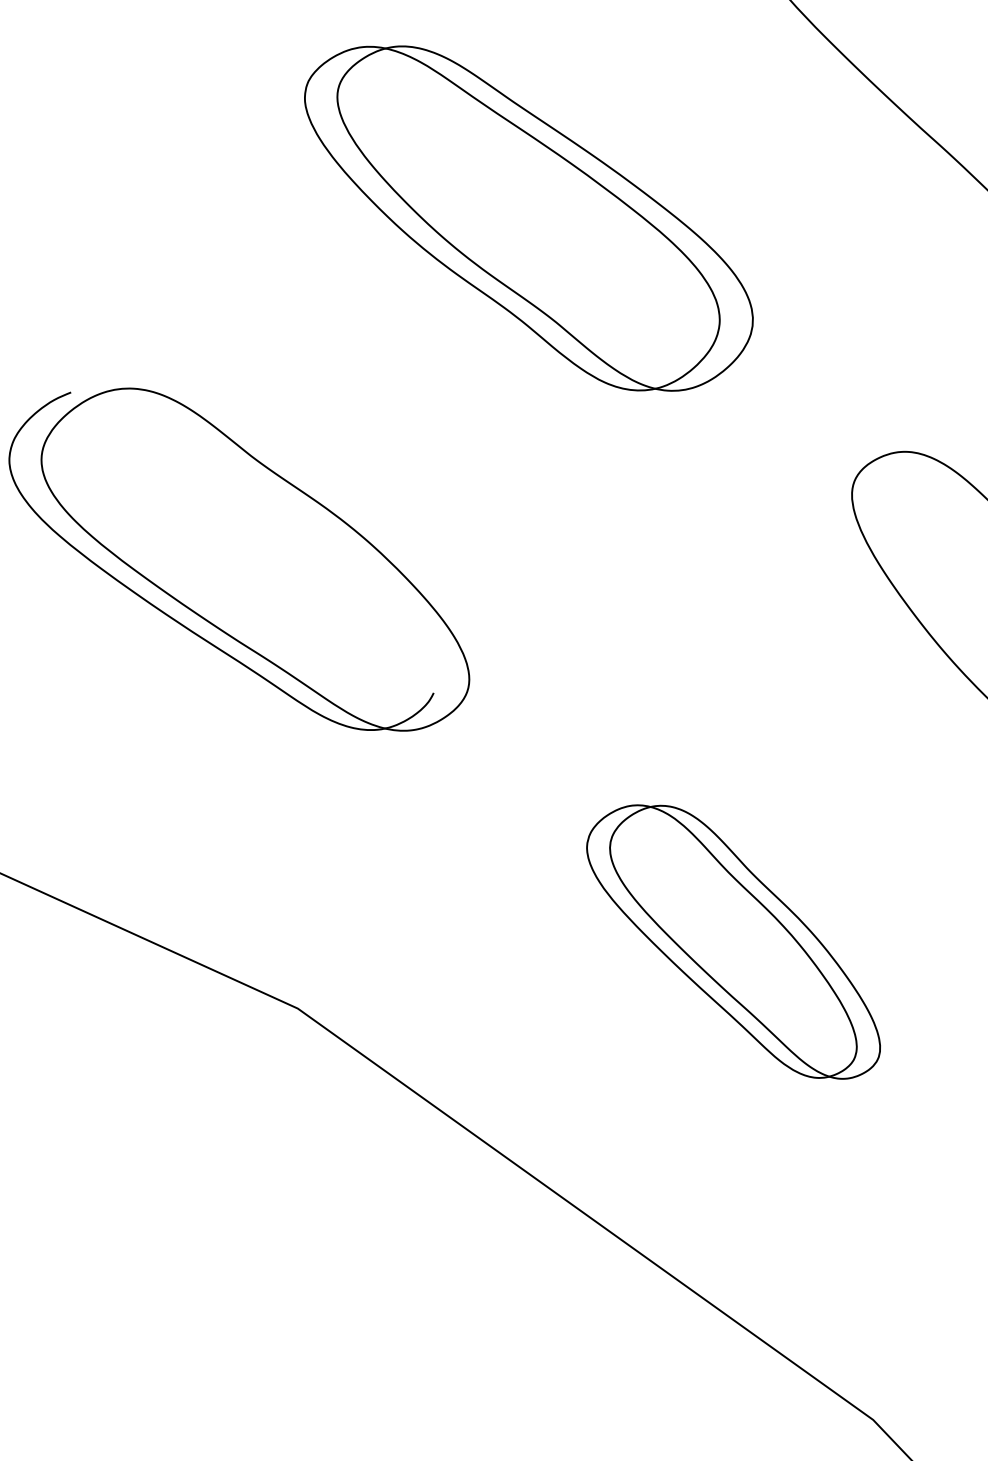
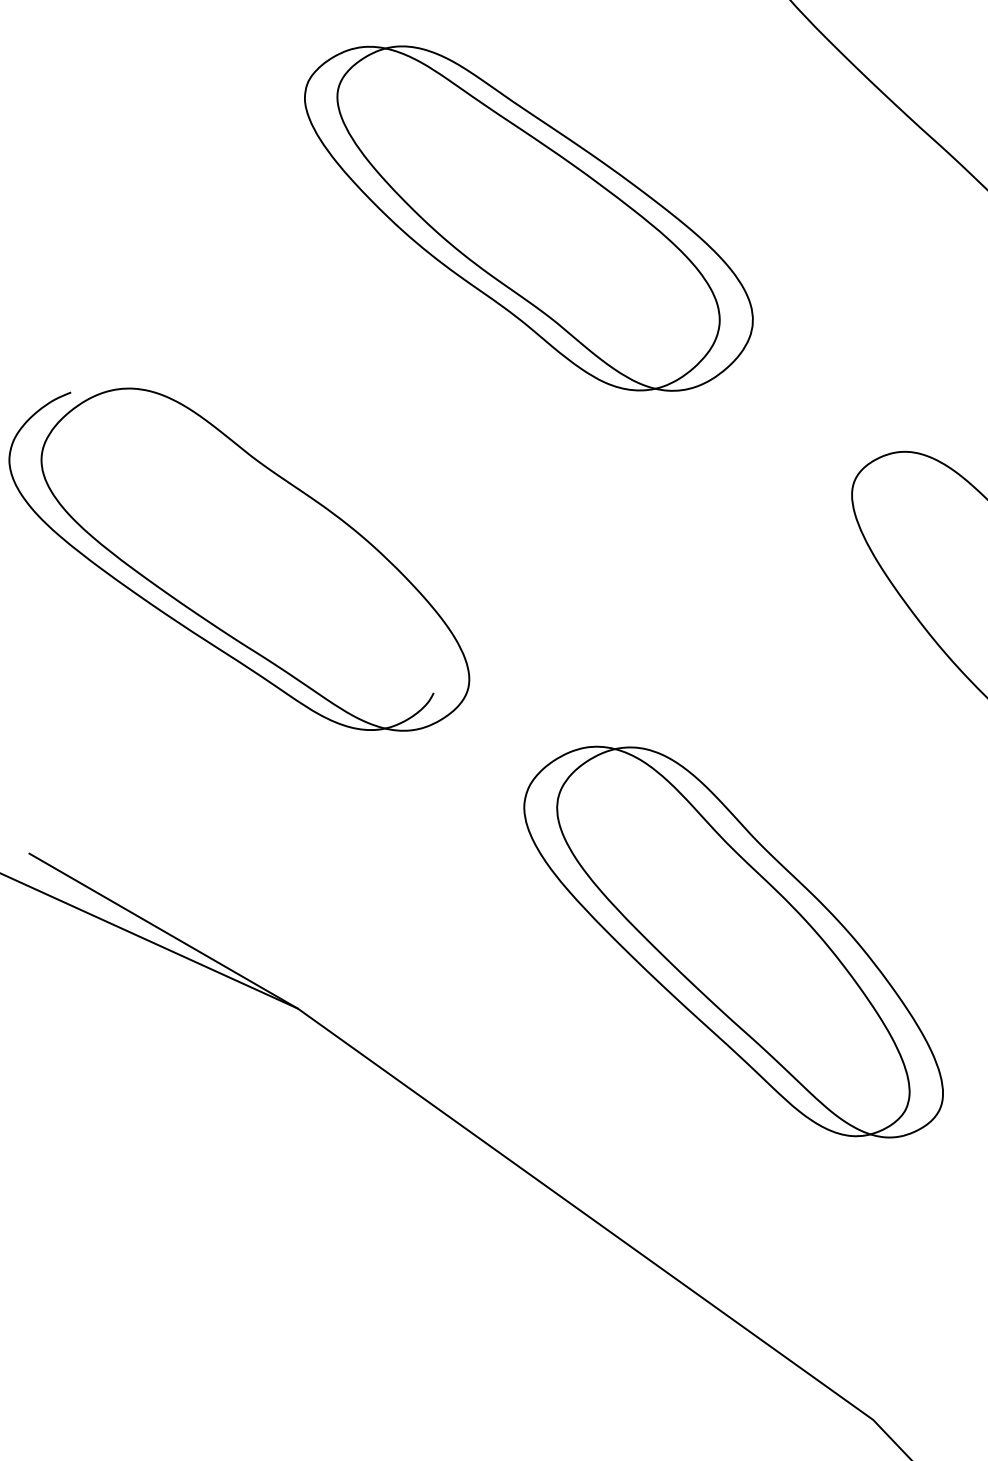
line at (163, 930): none -> present
part at (733, 941) size: 295x276 px -> 421x394 px
